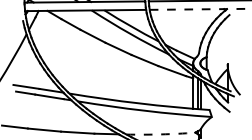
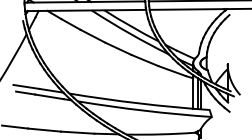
line at (200, 9): dashed -> solid
arc at (160, 134): dashed -> solid
